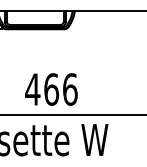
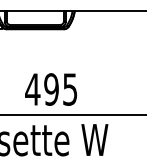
text at (60, 89): 466 -> 495
